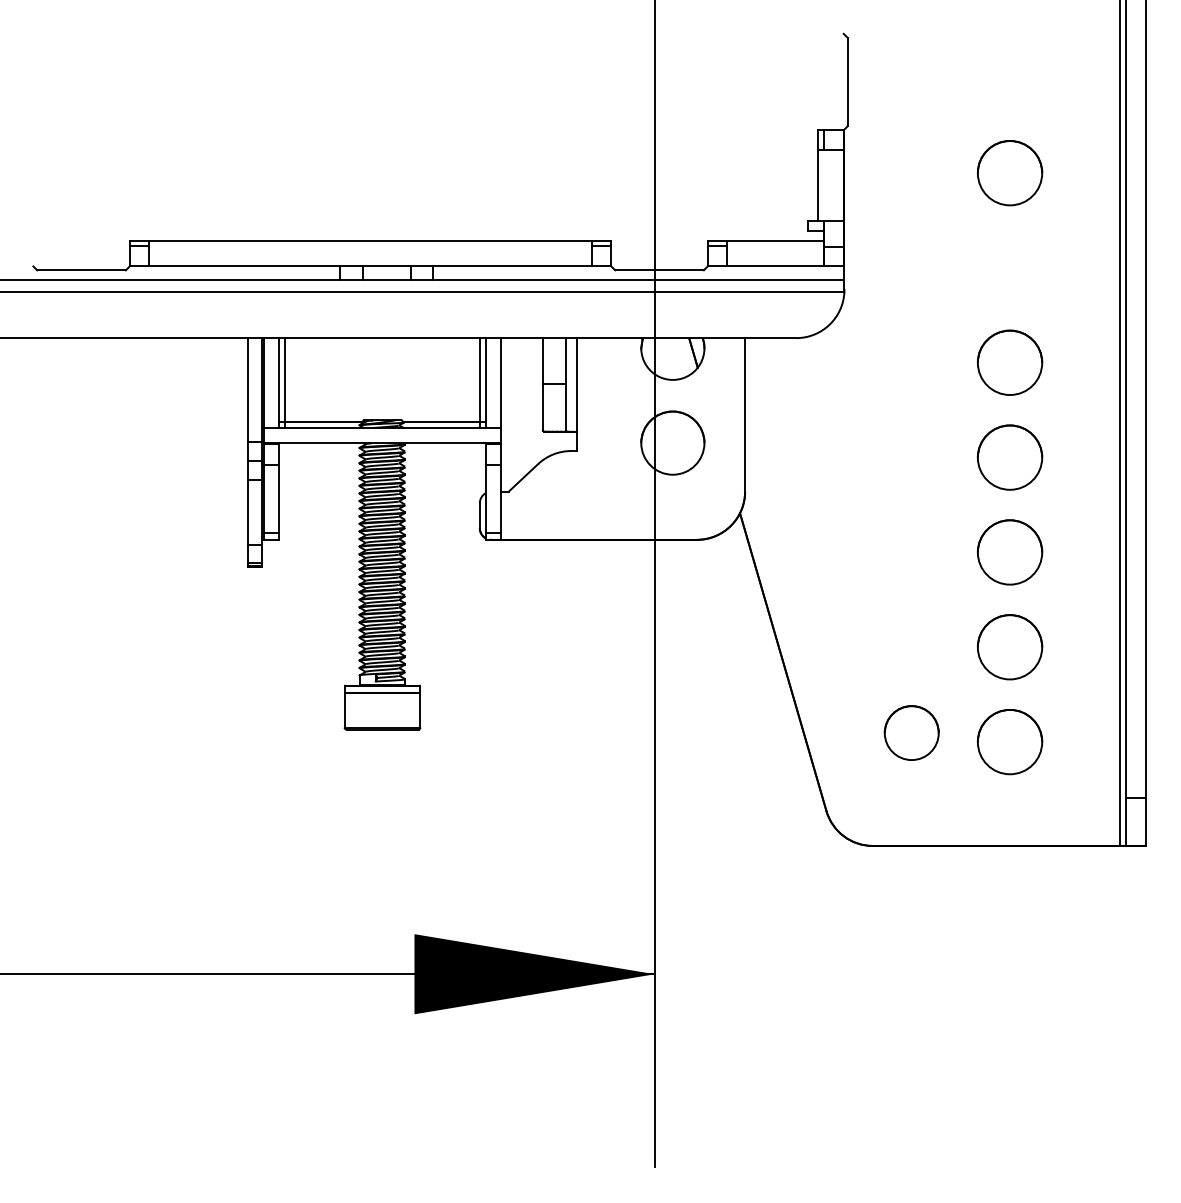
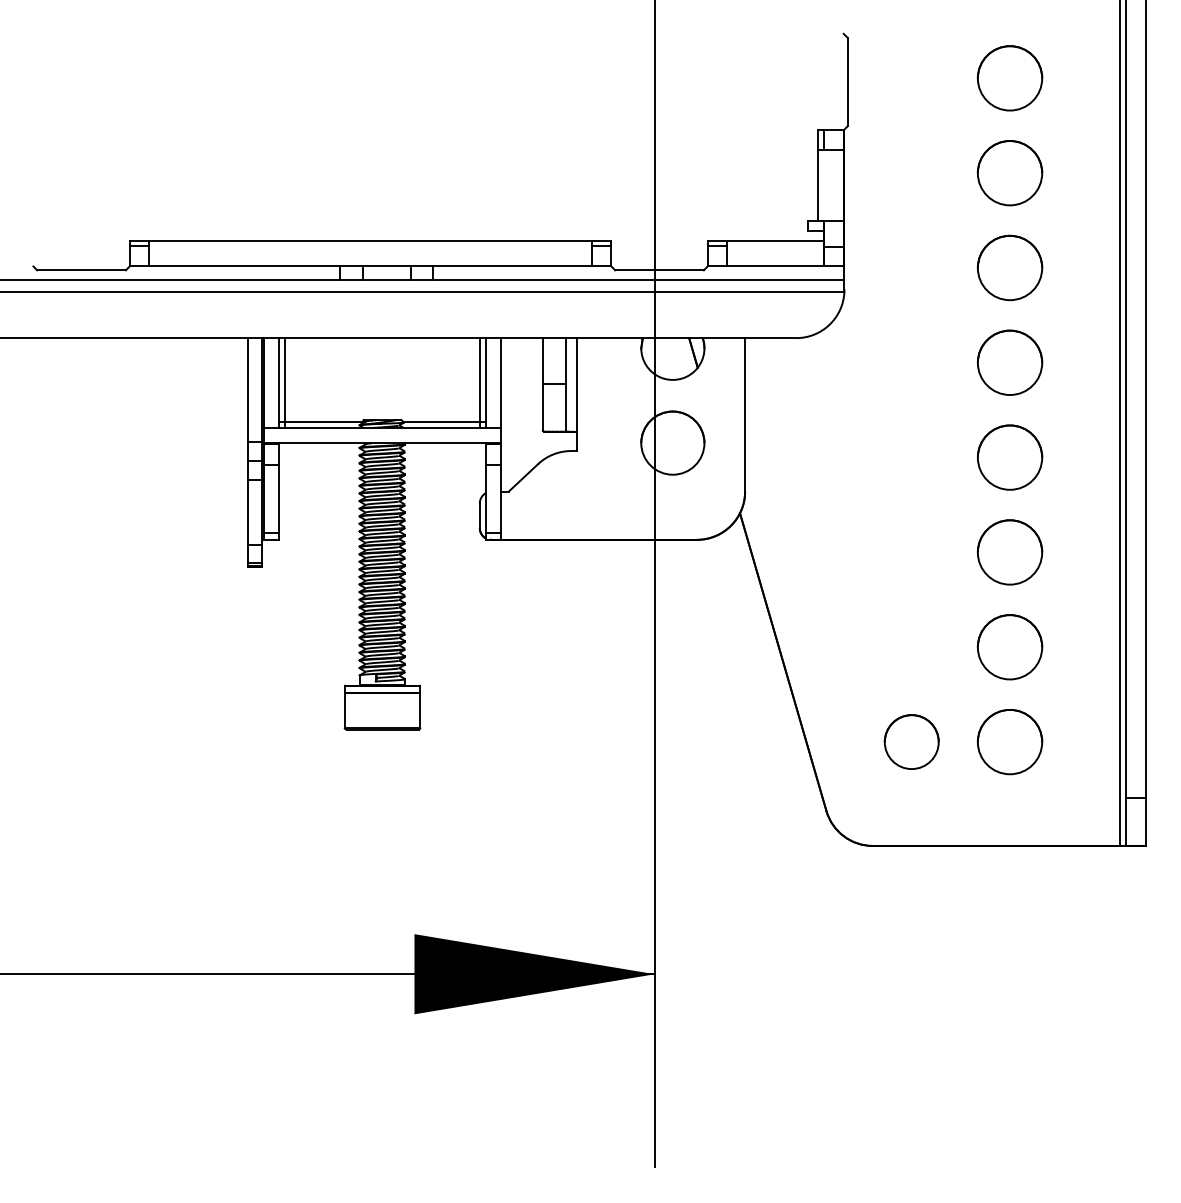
circle at (1010, 78): none -> present
part at (1009, 267): none -> present
part at (911, 732) position: (911, 732) -> (911, 741)
